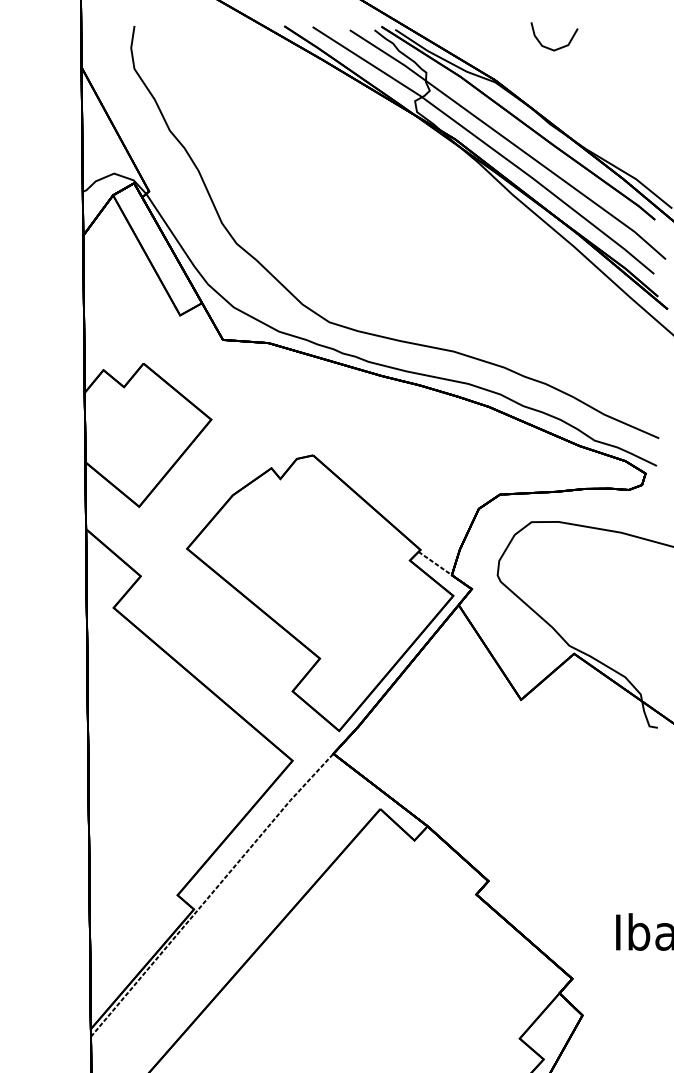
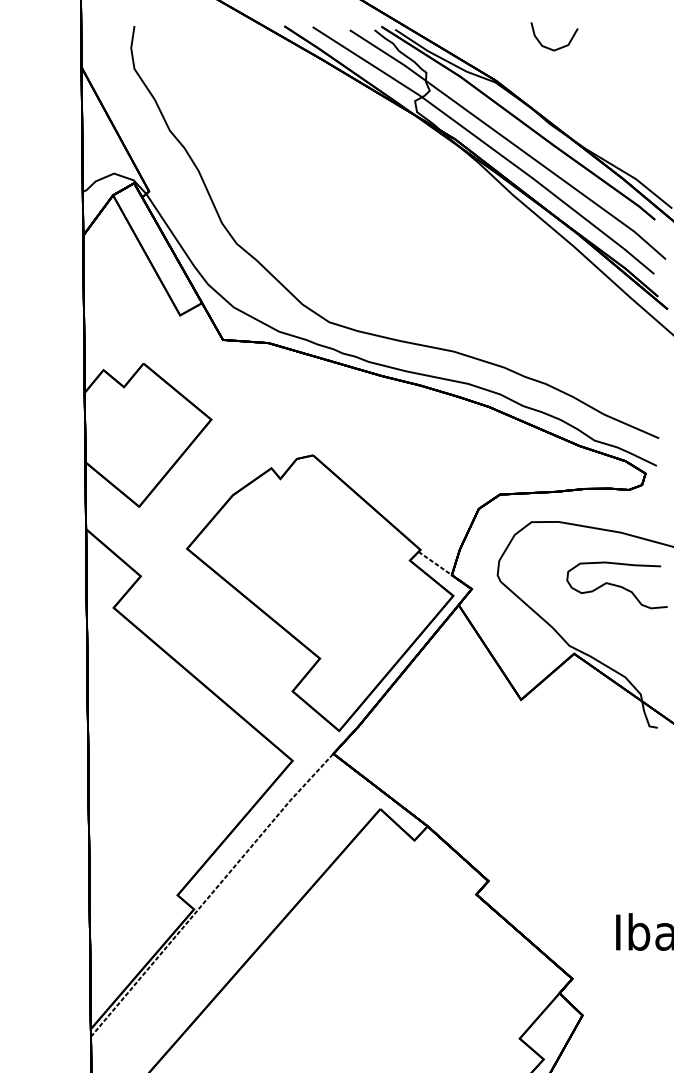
curve at (616, 585): none -> present
